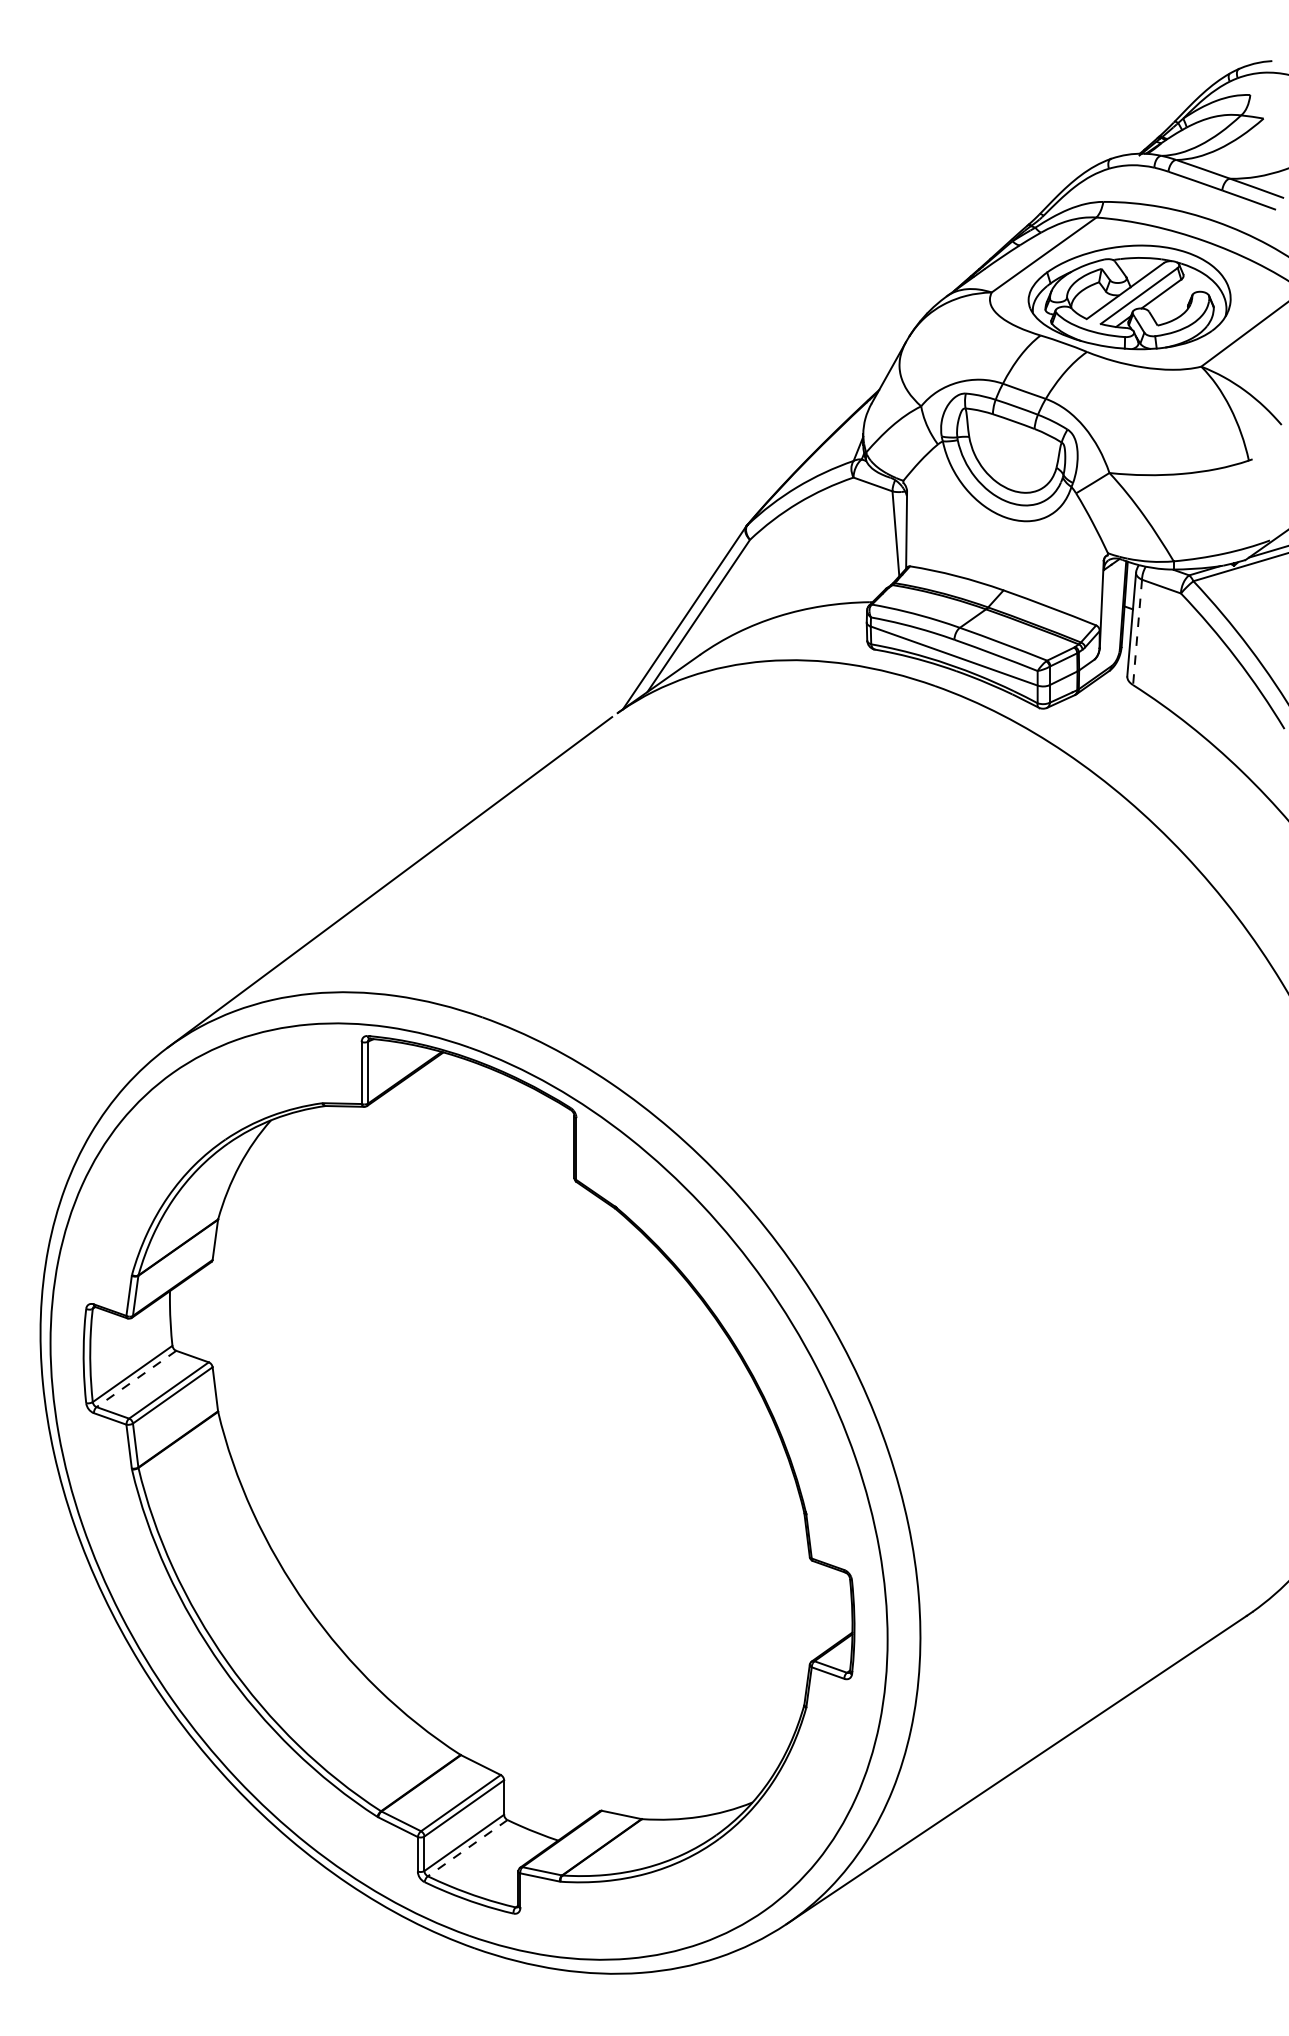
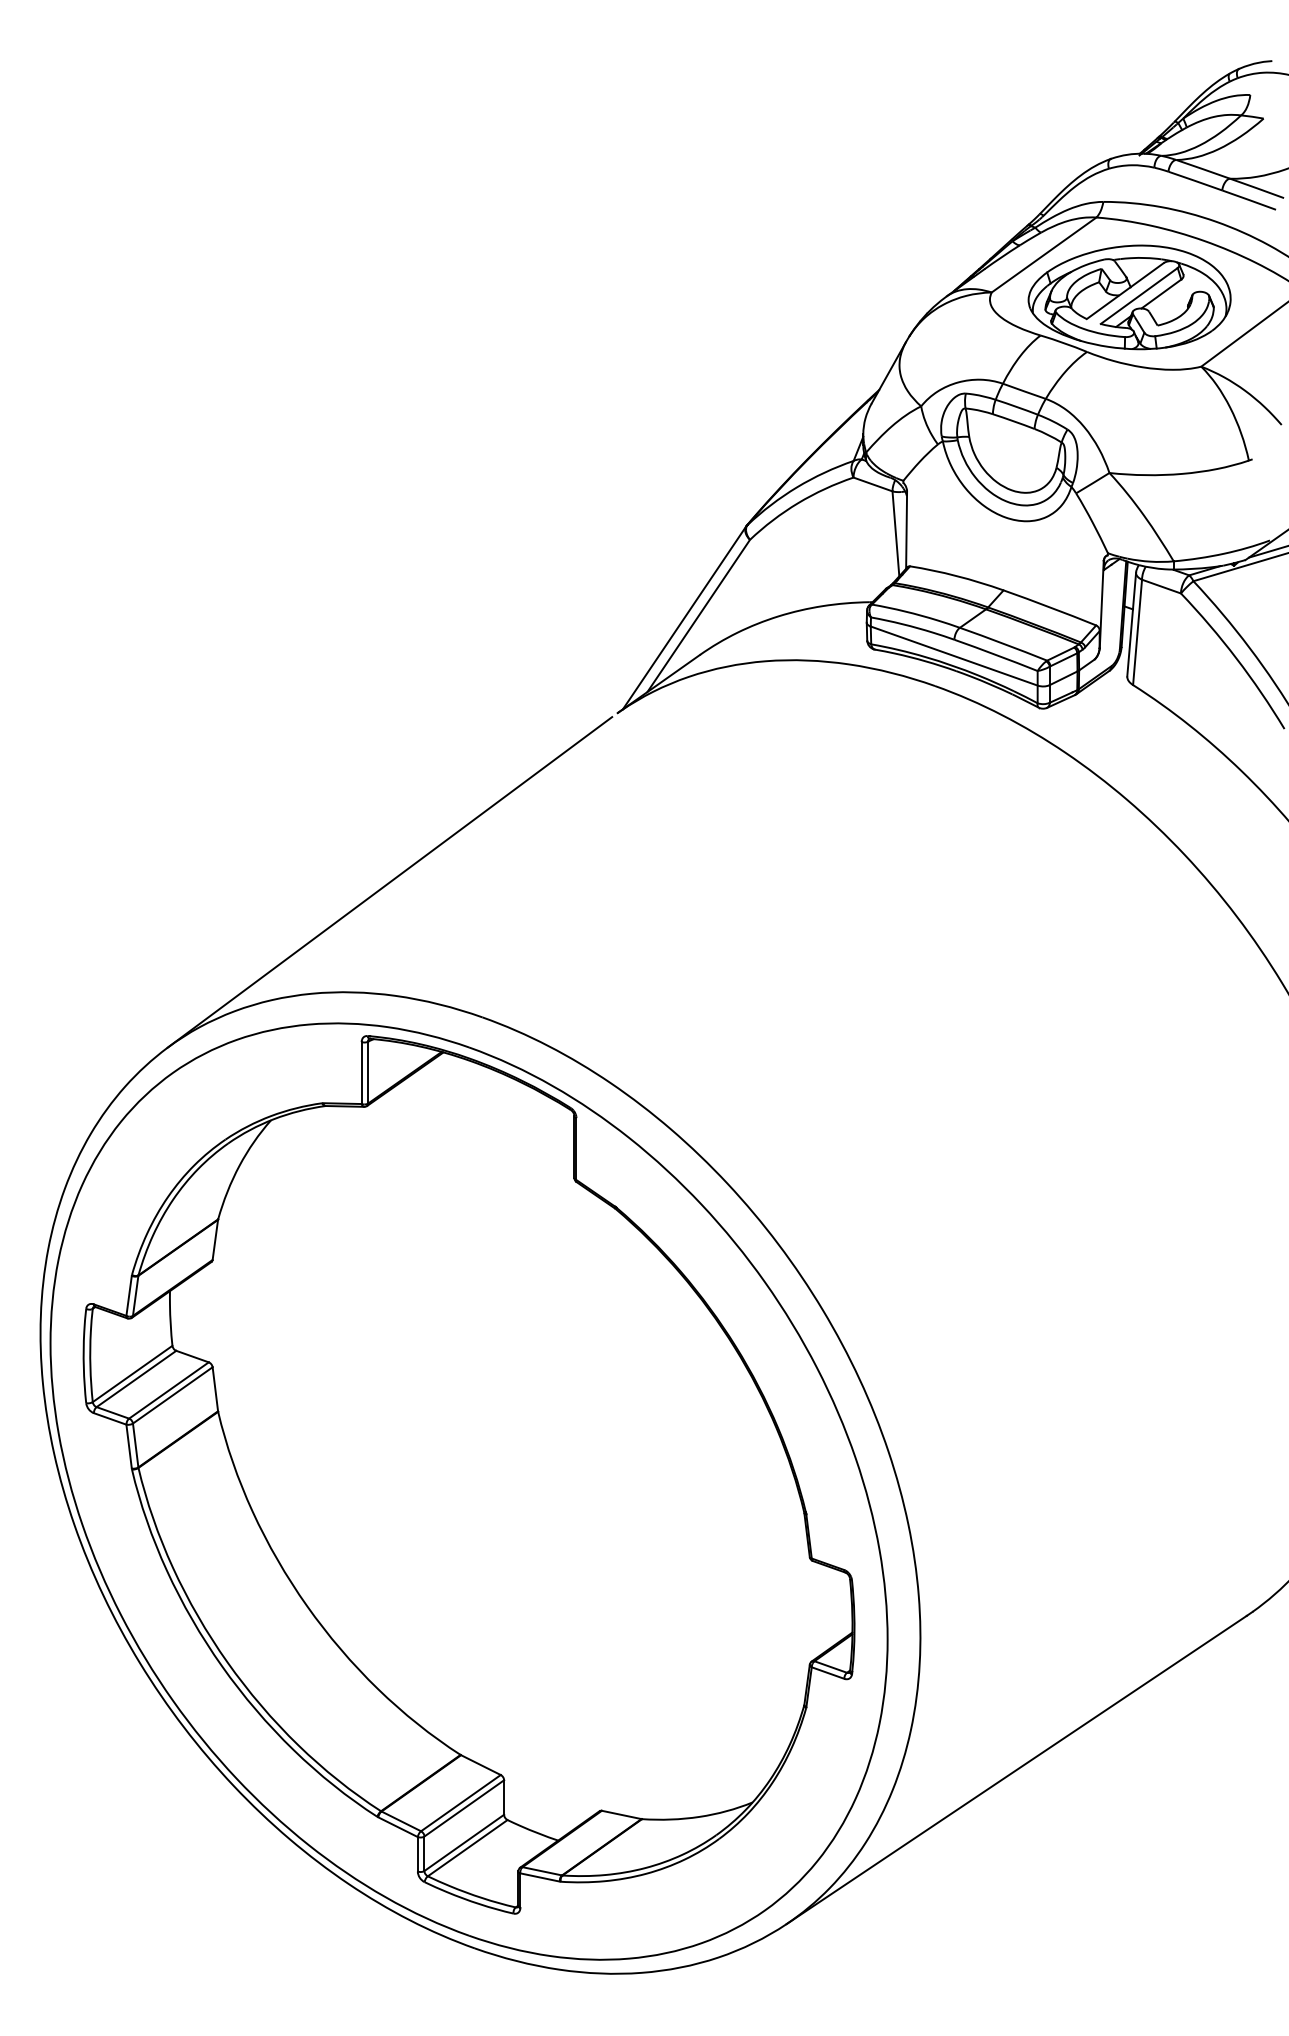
line at (1137, 632): dashed -> solid
line at (136, 1378): dashed -> solid
line at (467, 1848): dashed -> solid
